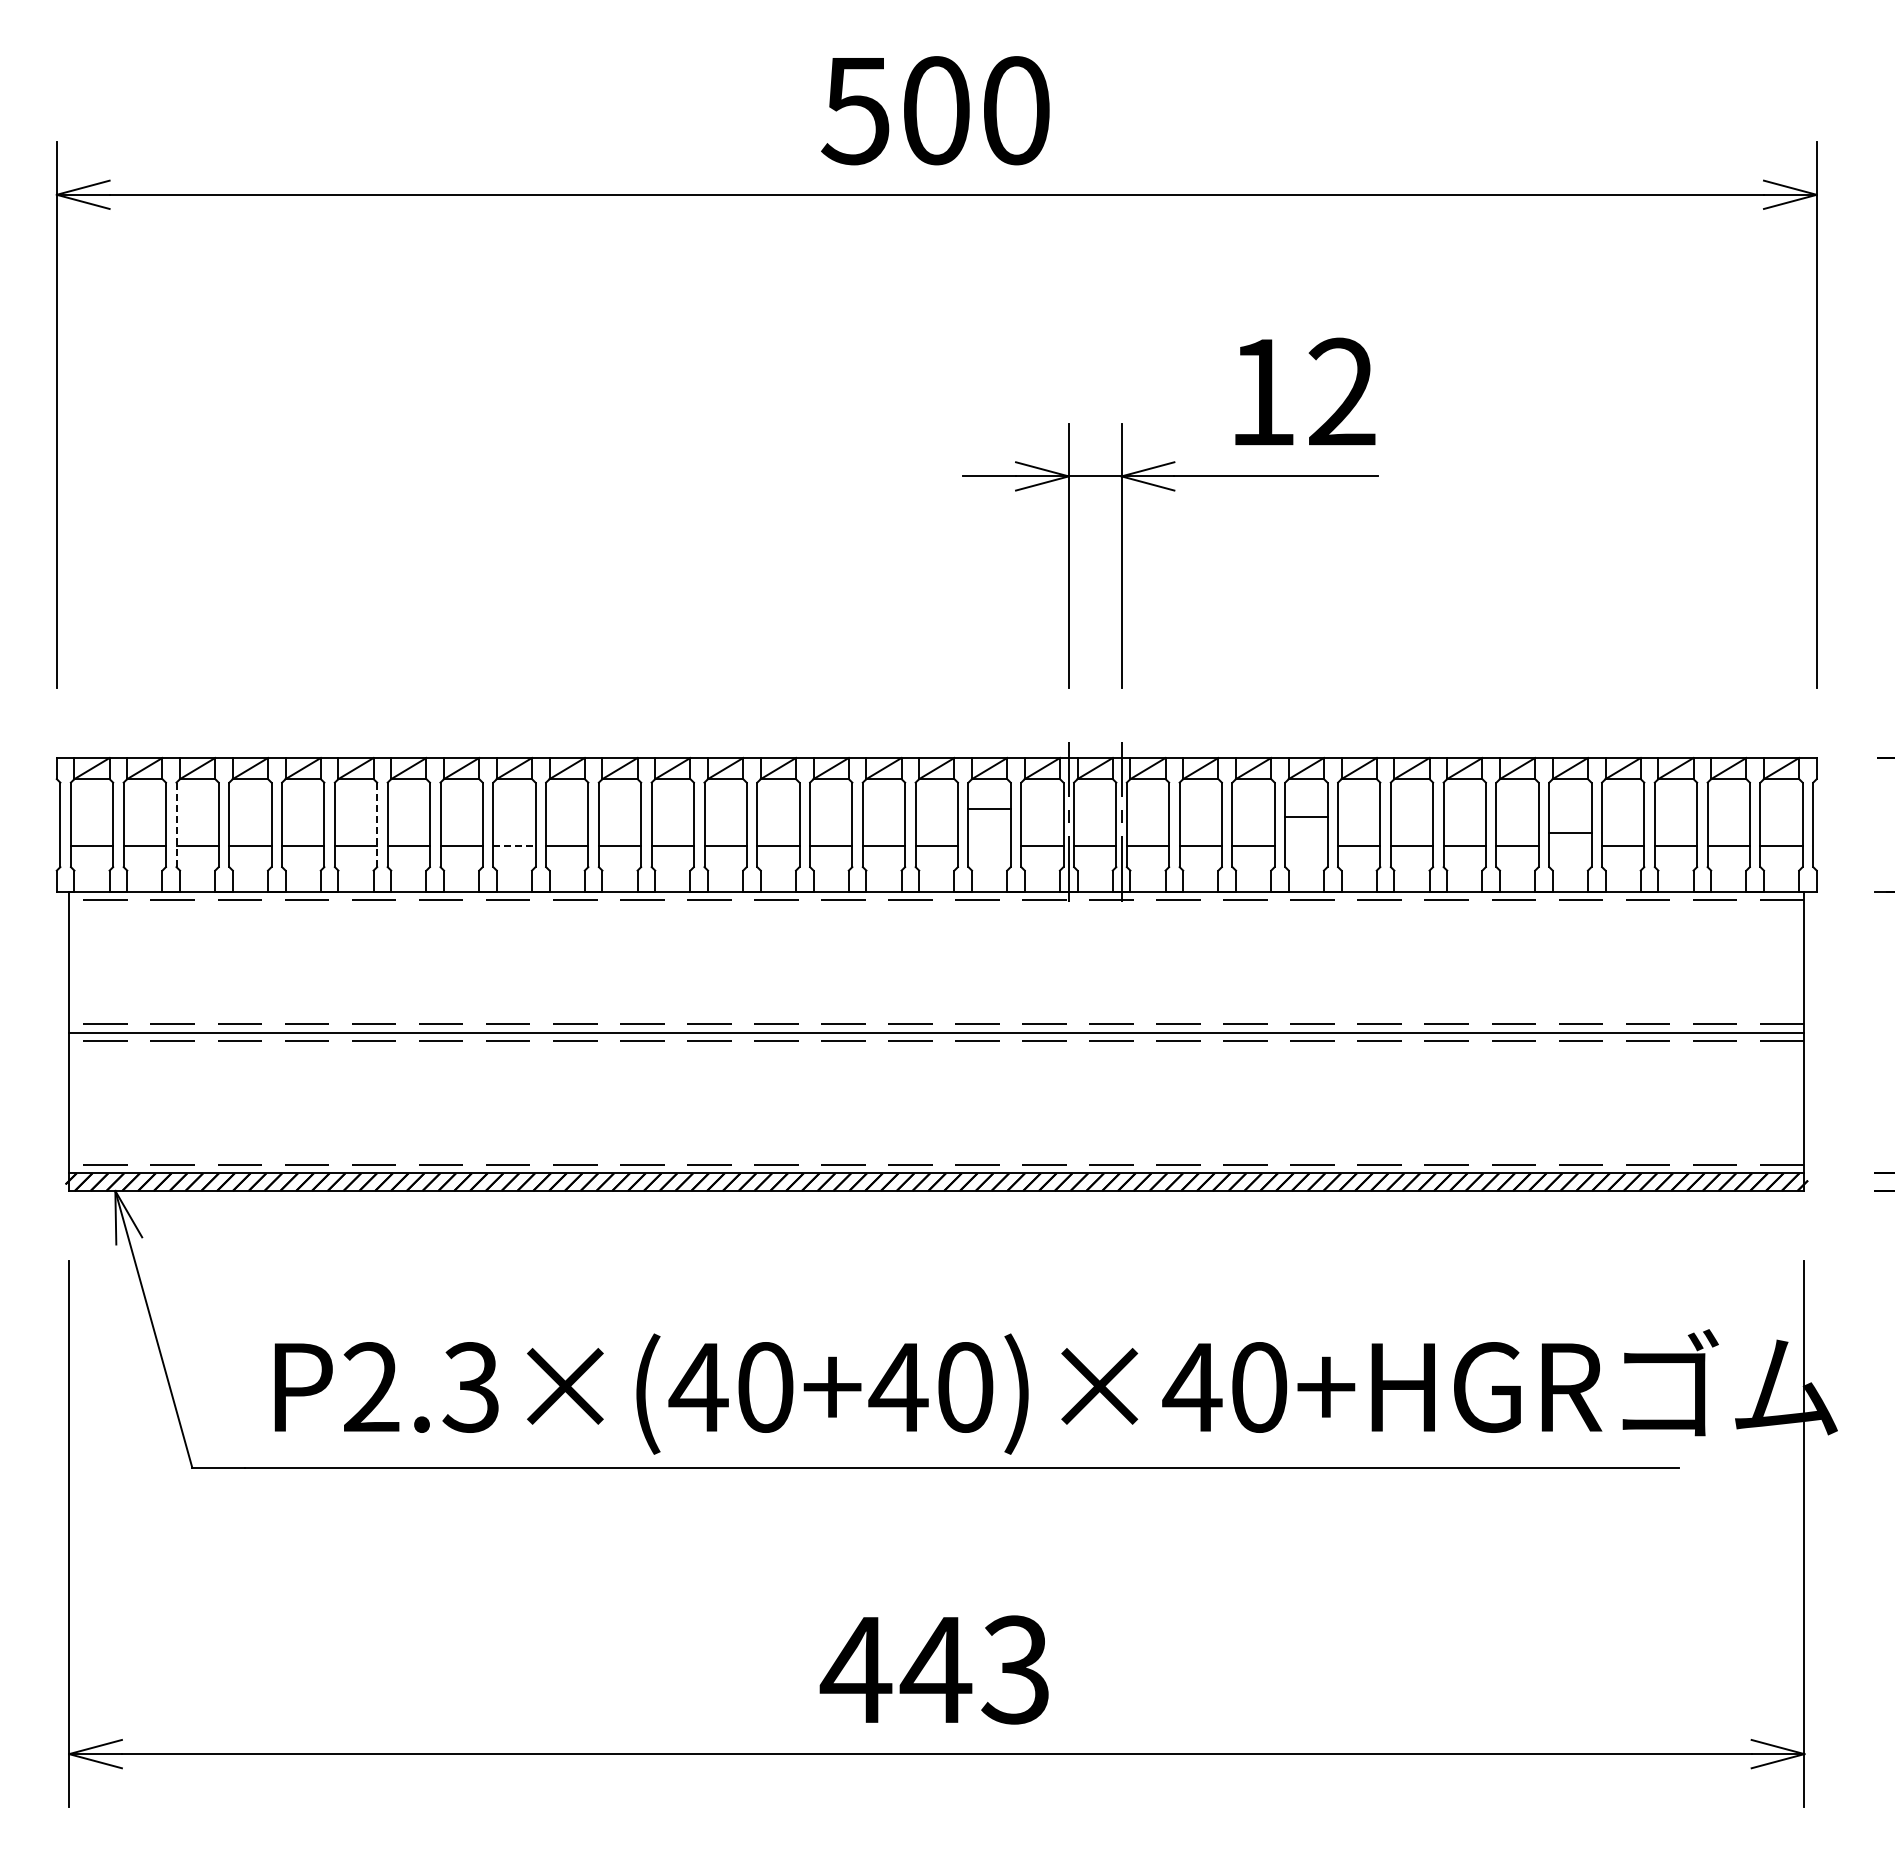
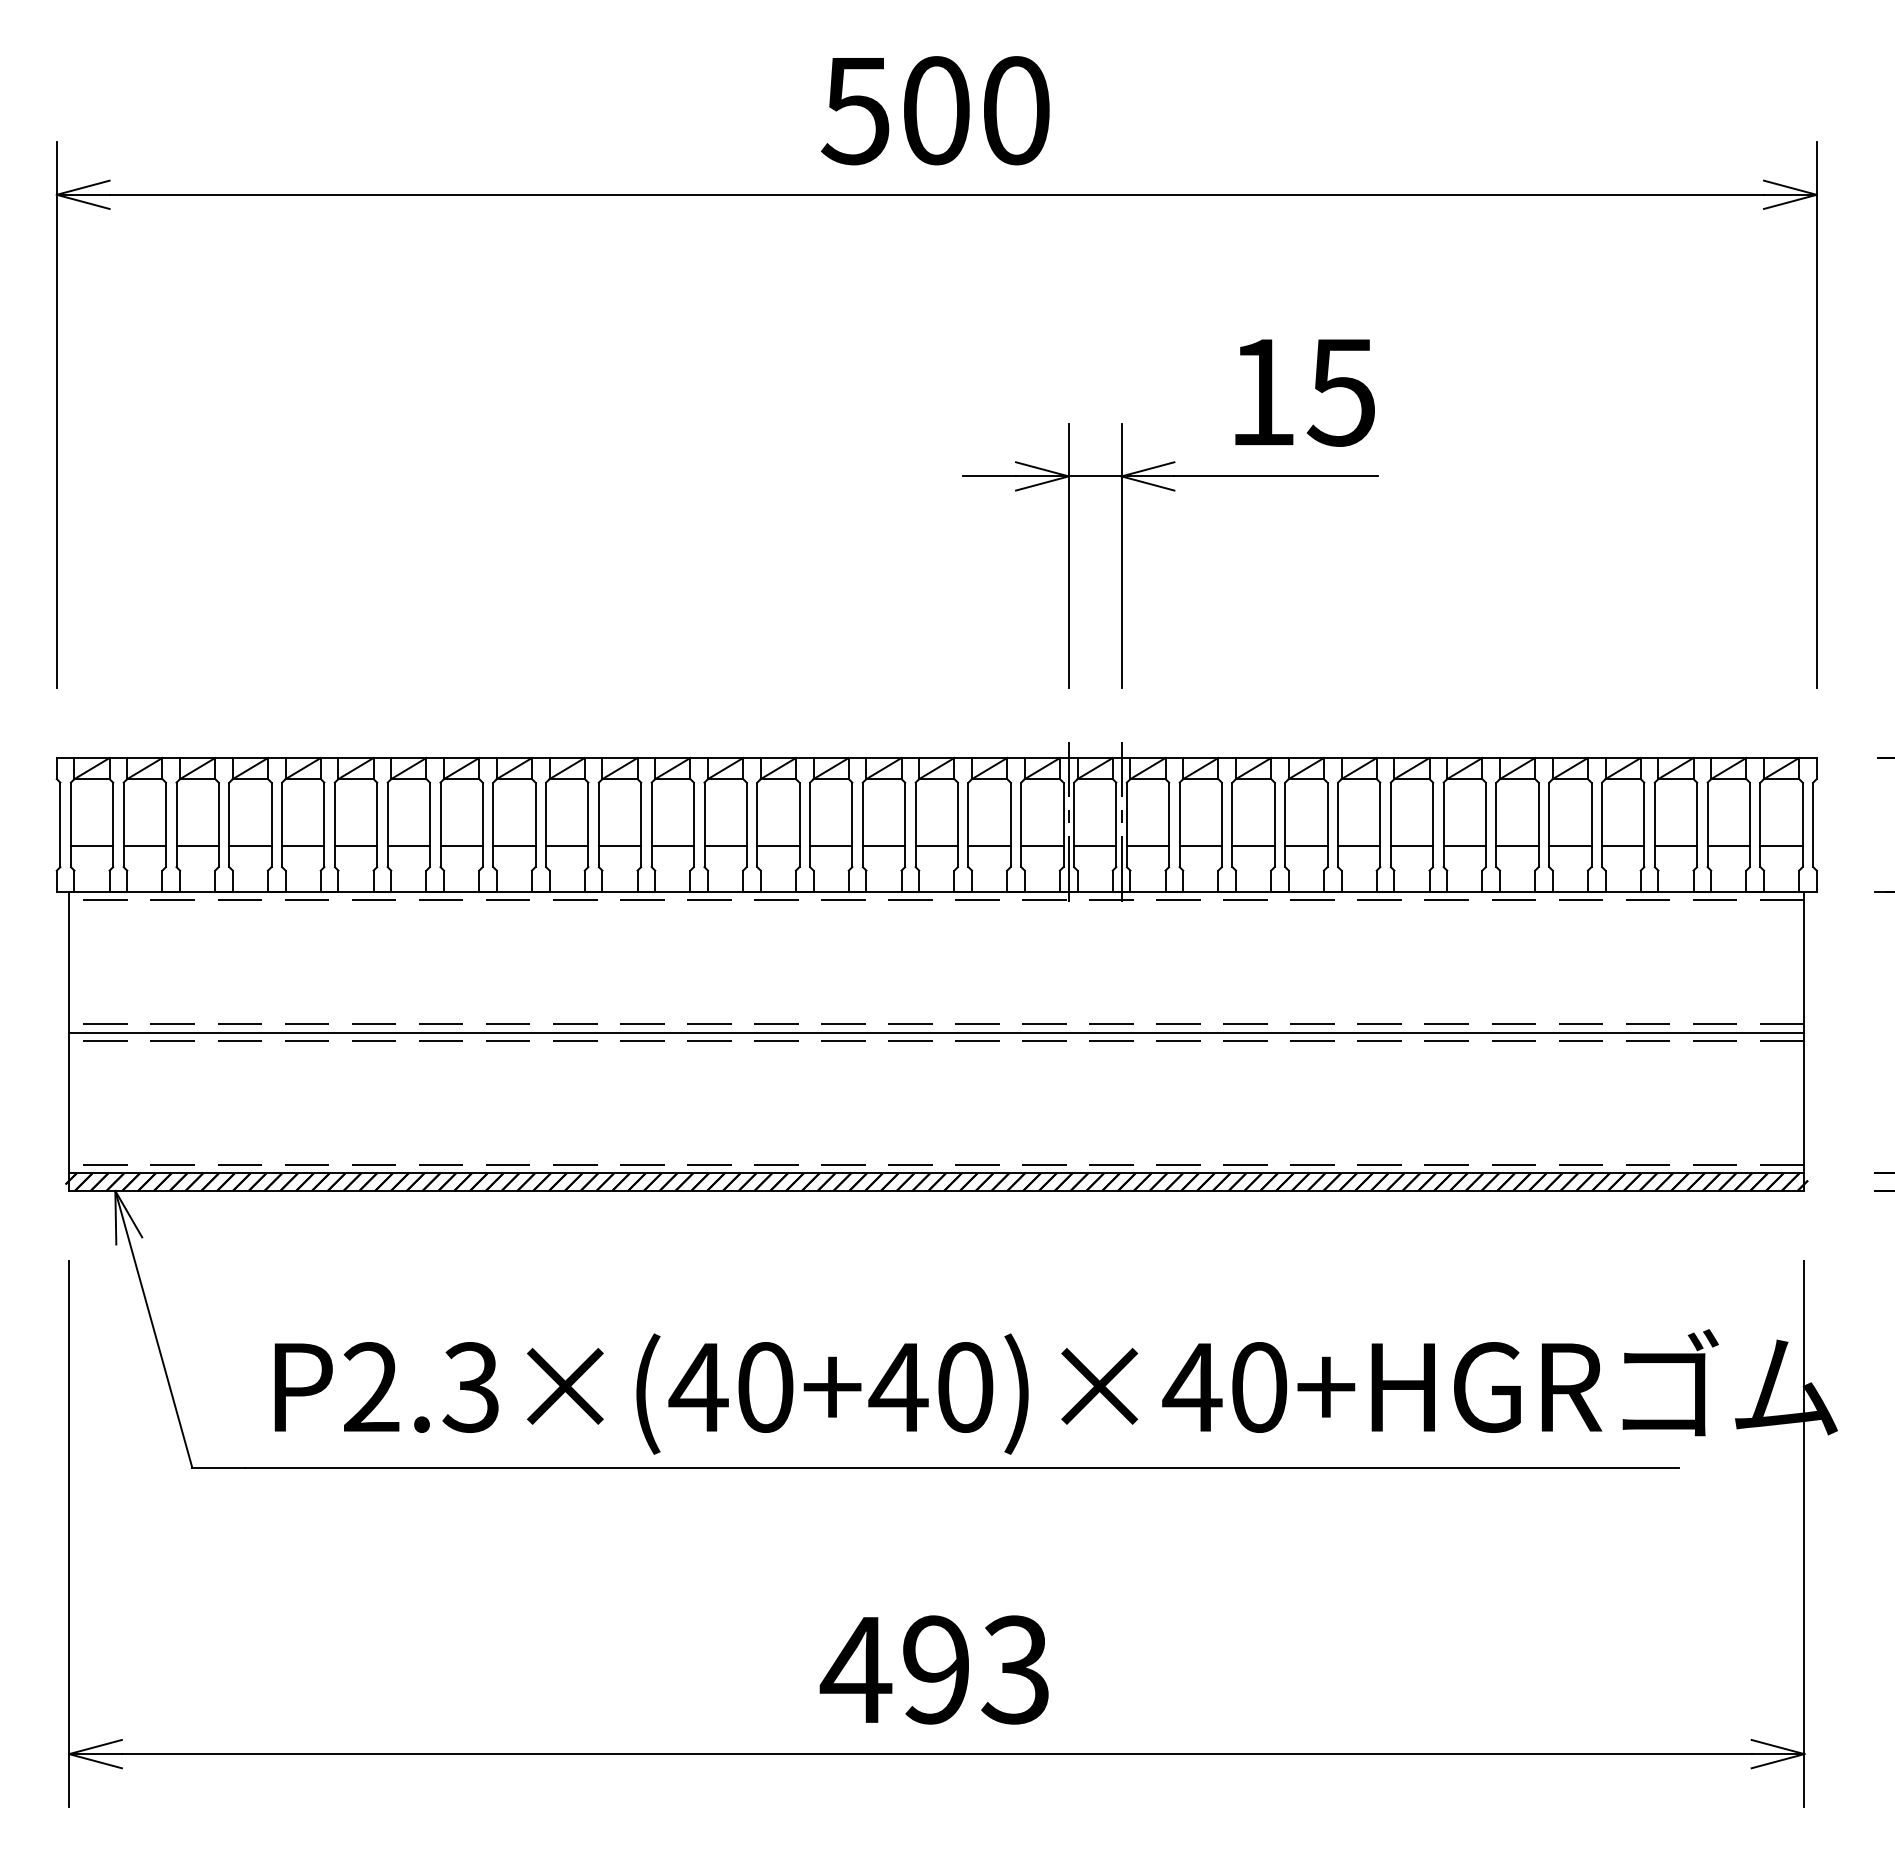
text at (1340, 391): 12 -> 15
line at (989, 809) position: (989, 809) -> (989, 846)
line at (1306, 817) position: (1306, 817) -> (1306, 846)
line at (176, 825): dashed -> solid
line at (377, 825): dashed -> solid
line at (1570, 833) position: (1570, 833) -> (1570, 846)
line at (514, 846): dashed -> solid
text at (935, 1669): 443 -> 493
